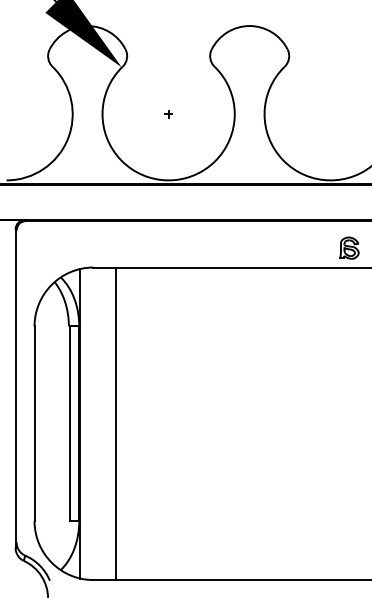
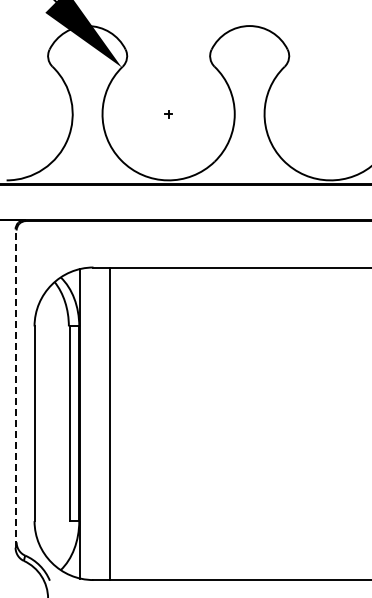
part at (349, 247): present -> none
line at (15, 388): solid -> dashed
line at (115, 423) position: (115, 423) -> (109, 423)
